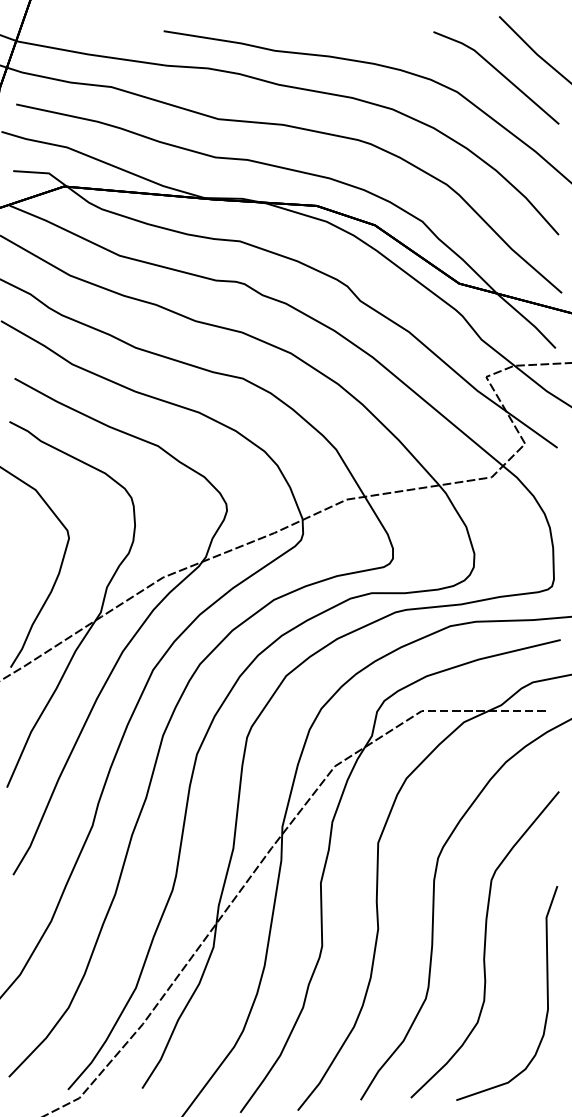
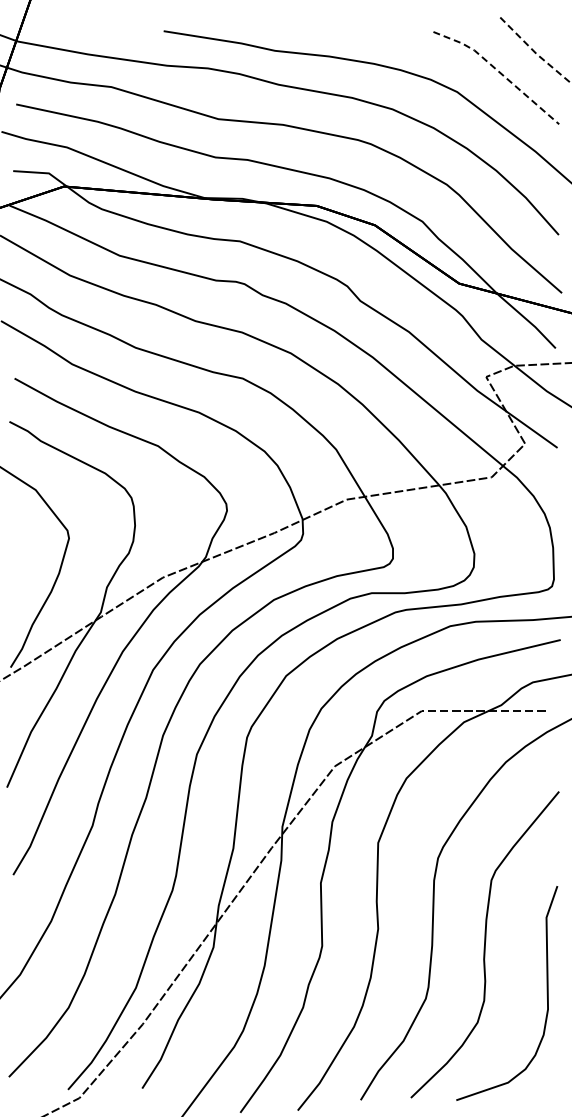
line at (534, 51): solid -> dashed
line at (499, 71): solid -> dashed
